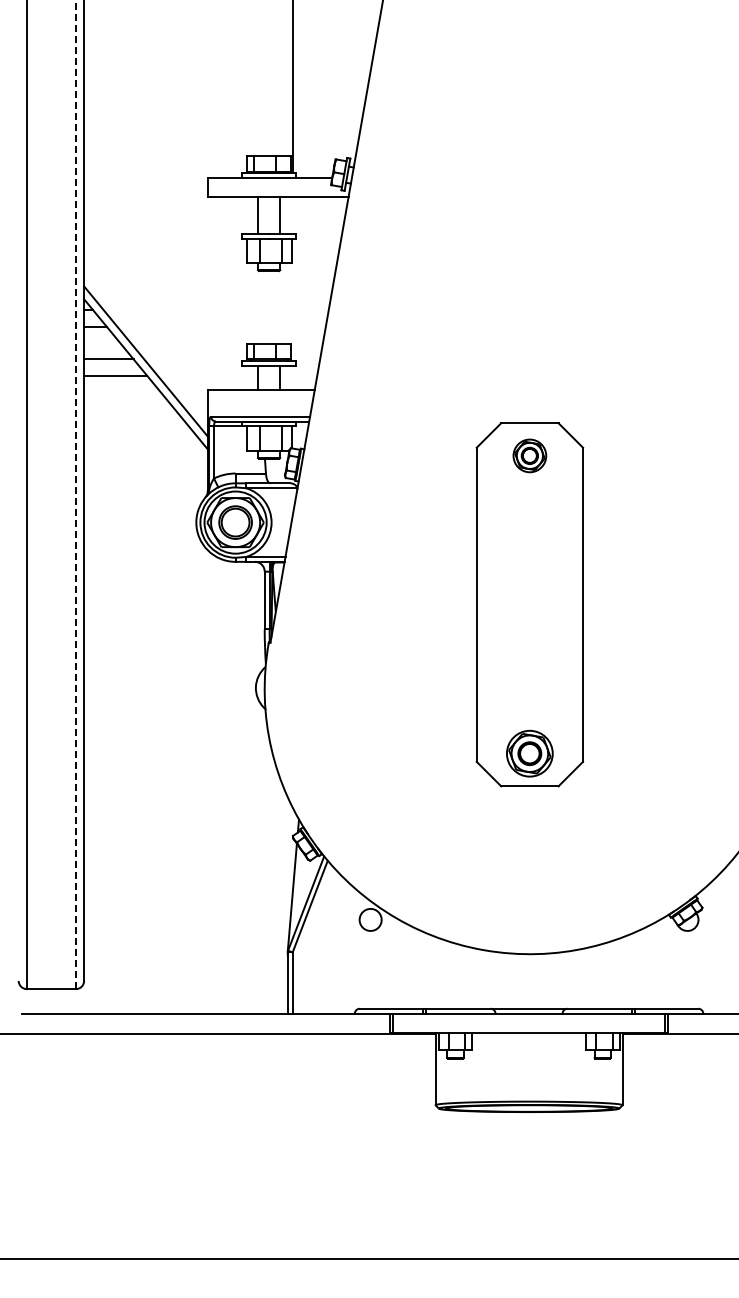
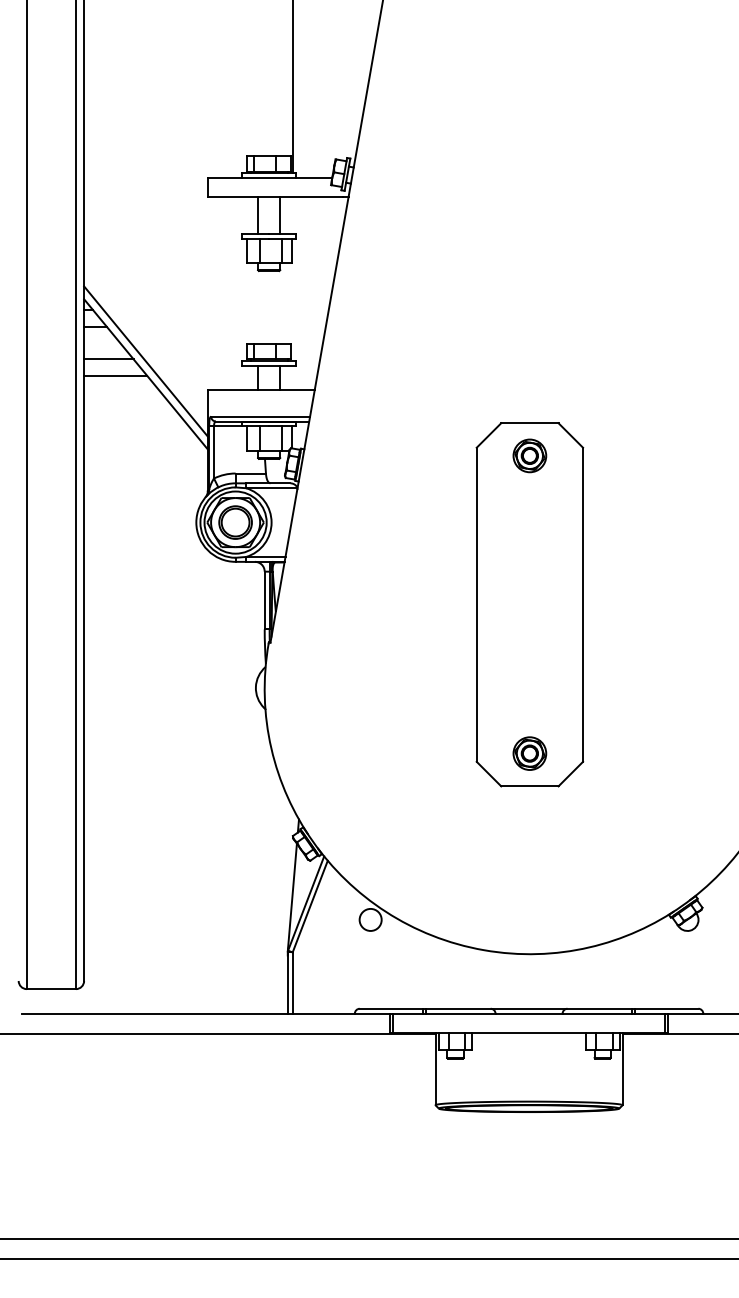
line at (75, 494): dashed -> solid
part at (529, 753) size: 48x49 px -> 36x35 px
line at (368, 1238): none -> present
